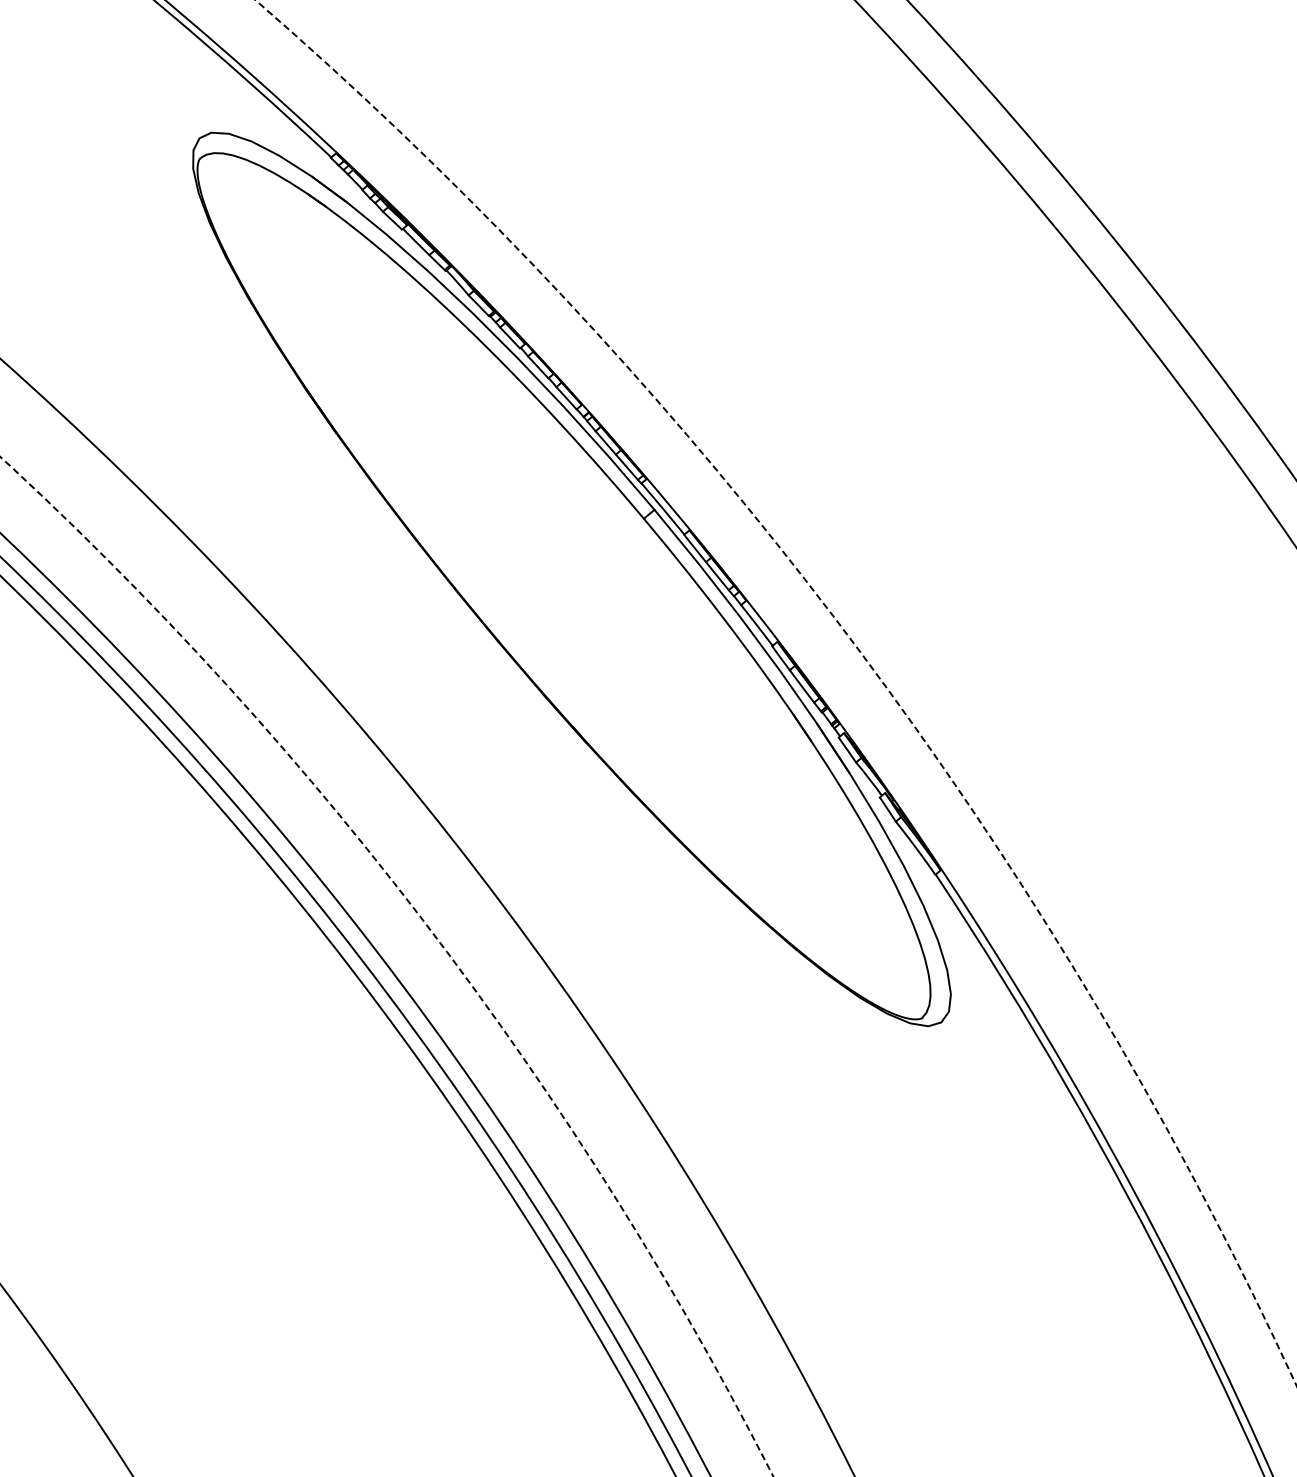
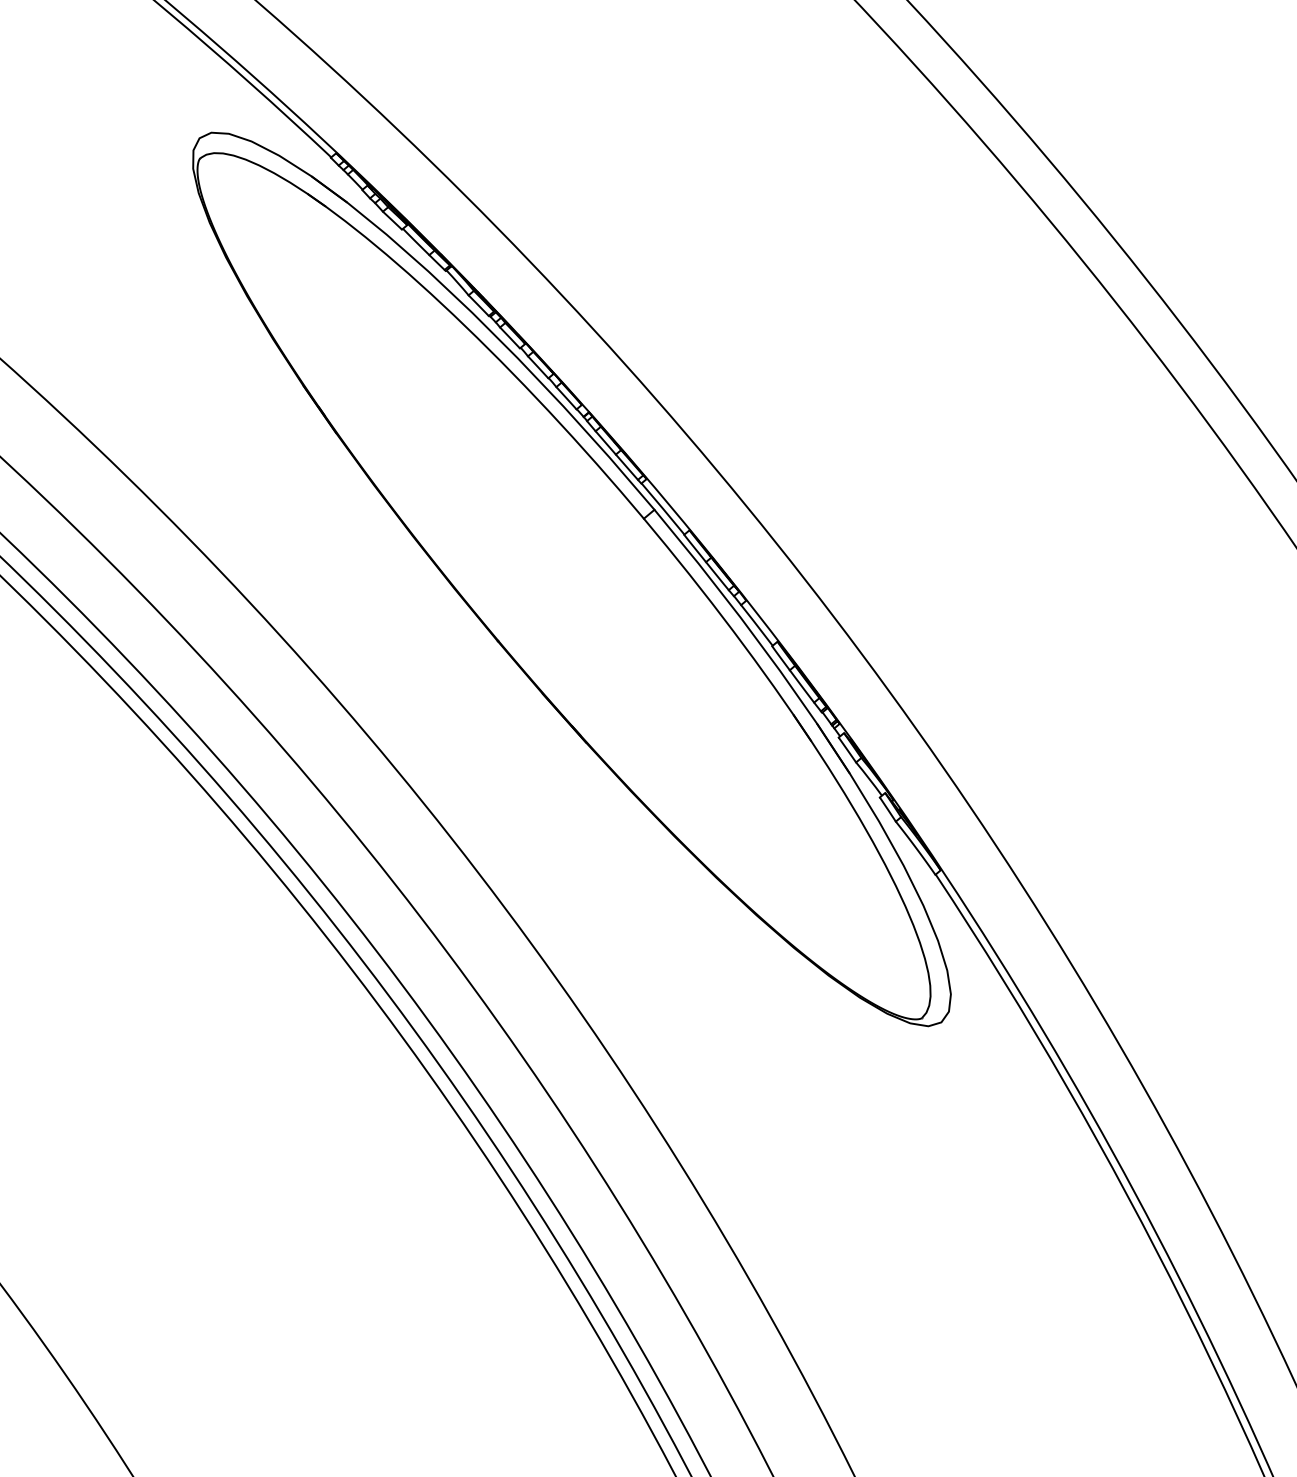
arc at (850, 639): dashed -> solid
circle at (386, 966): dashed -> solid
